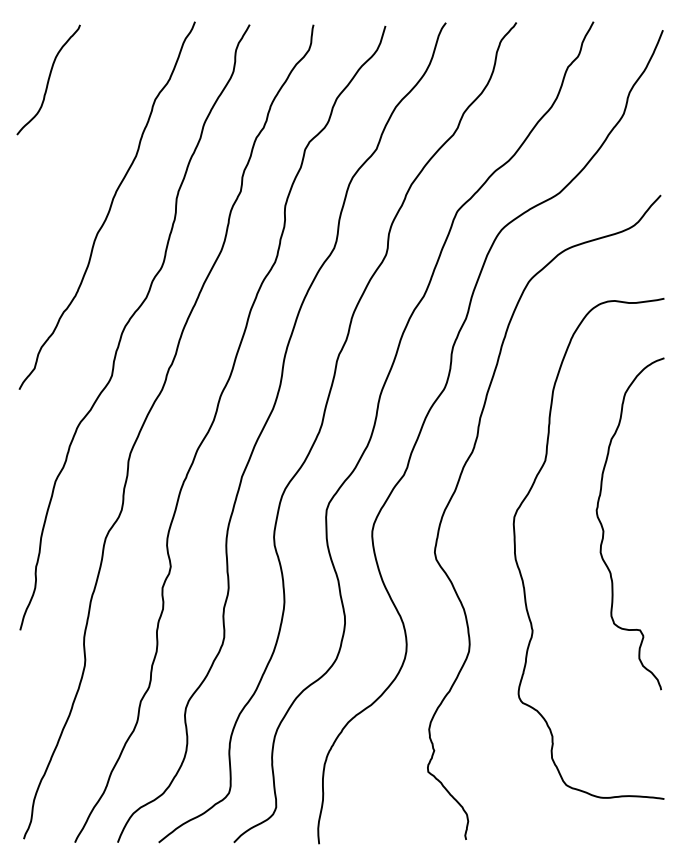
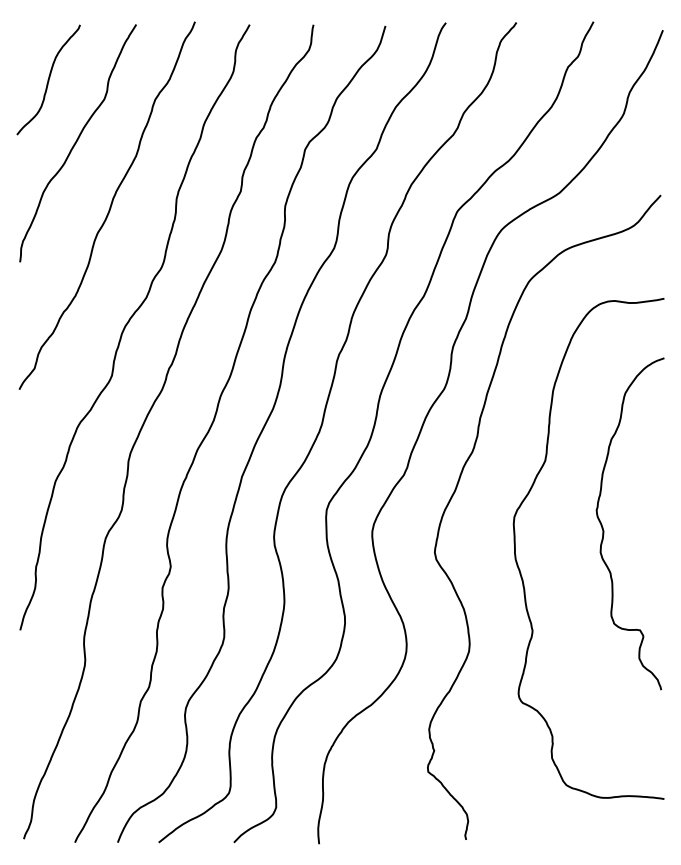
curve at (76, 143): none -> present
